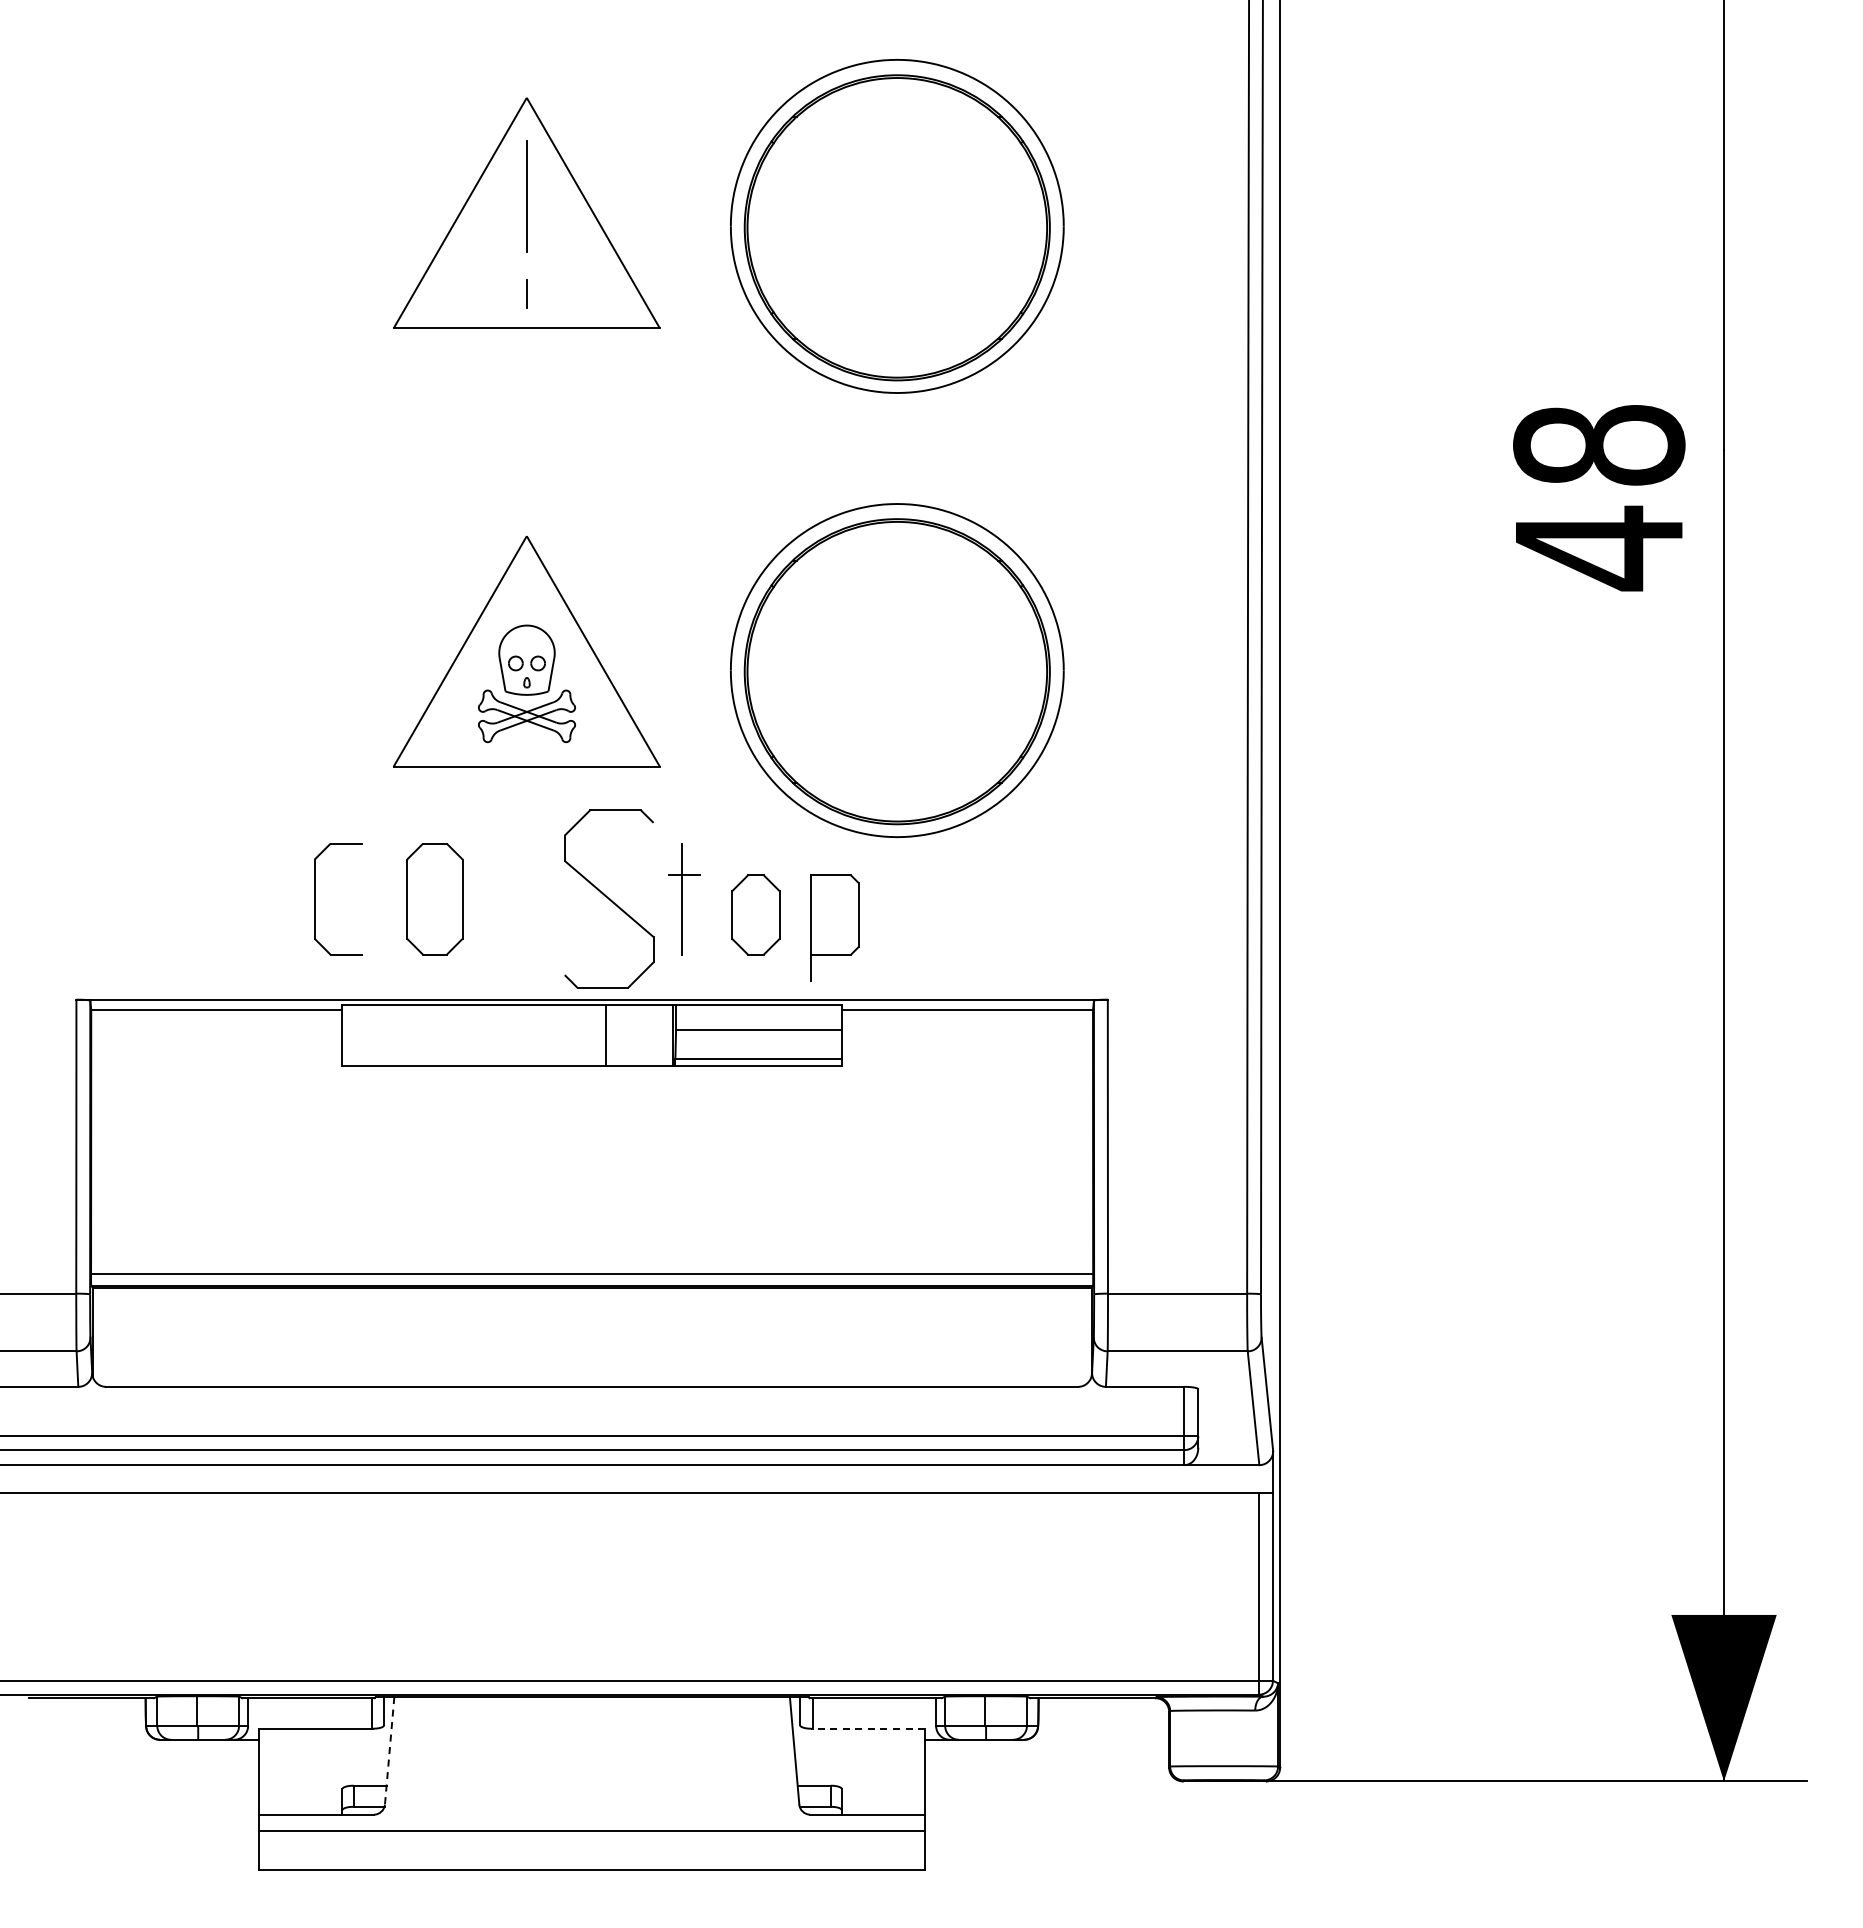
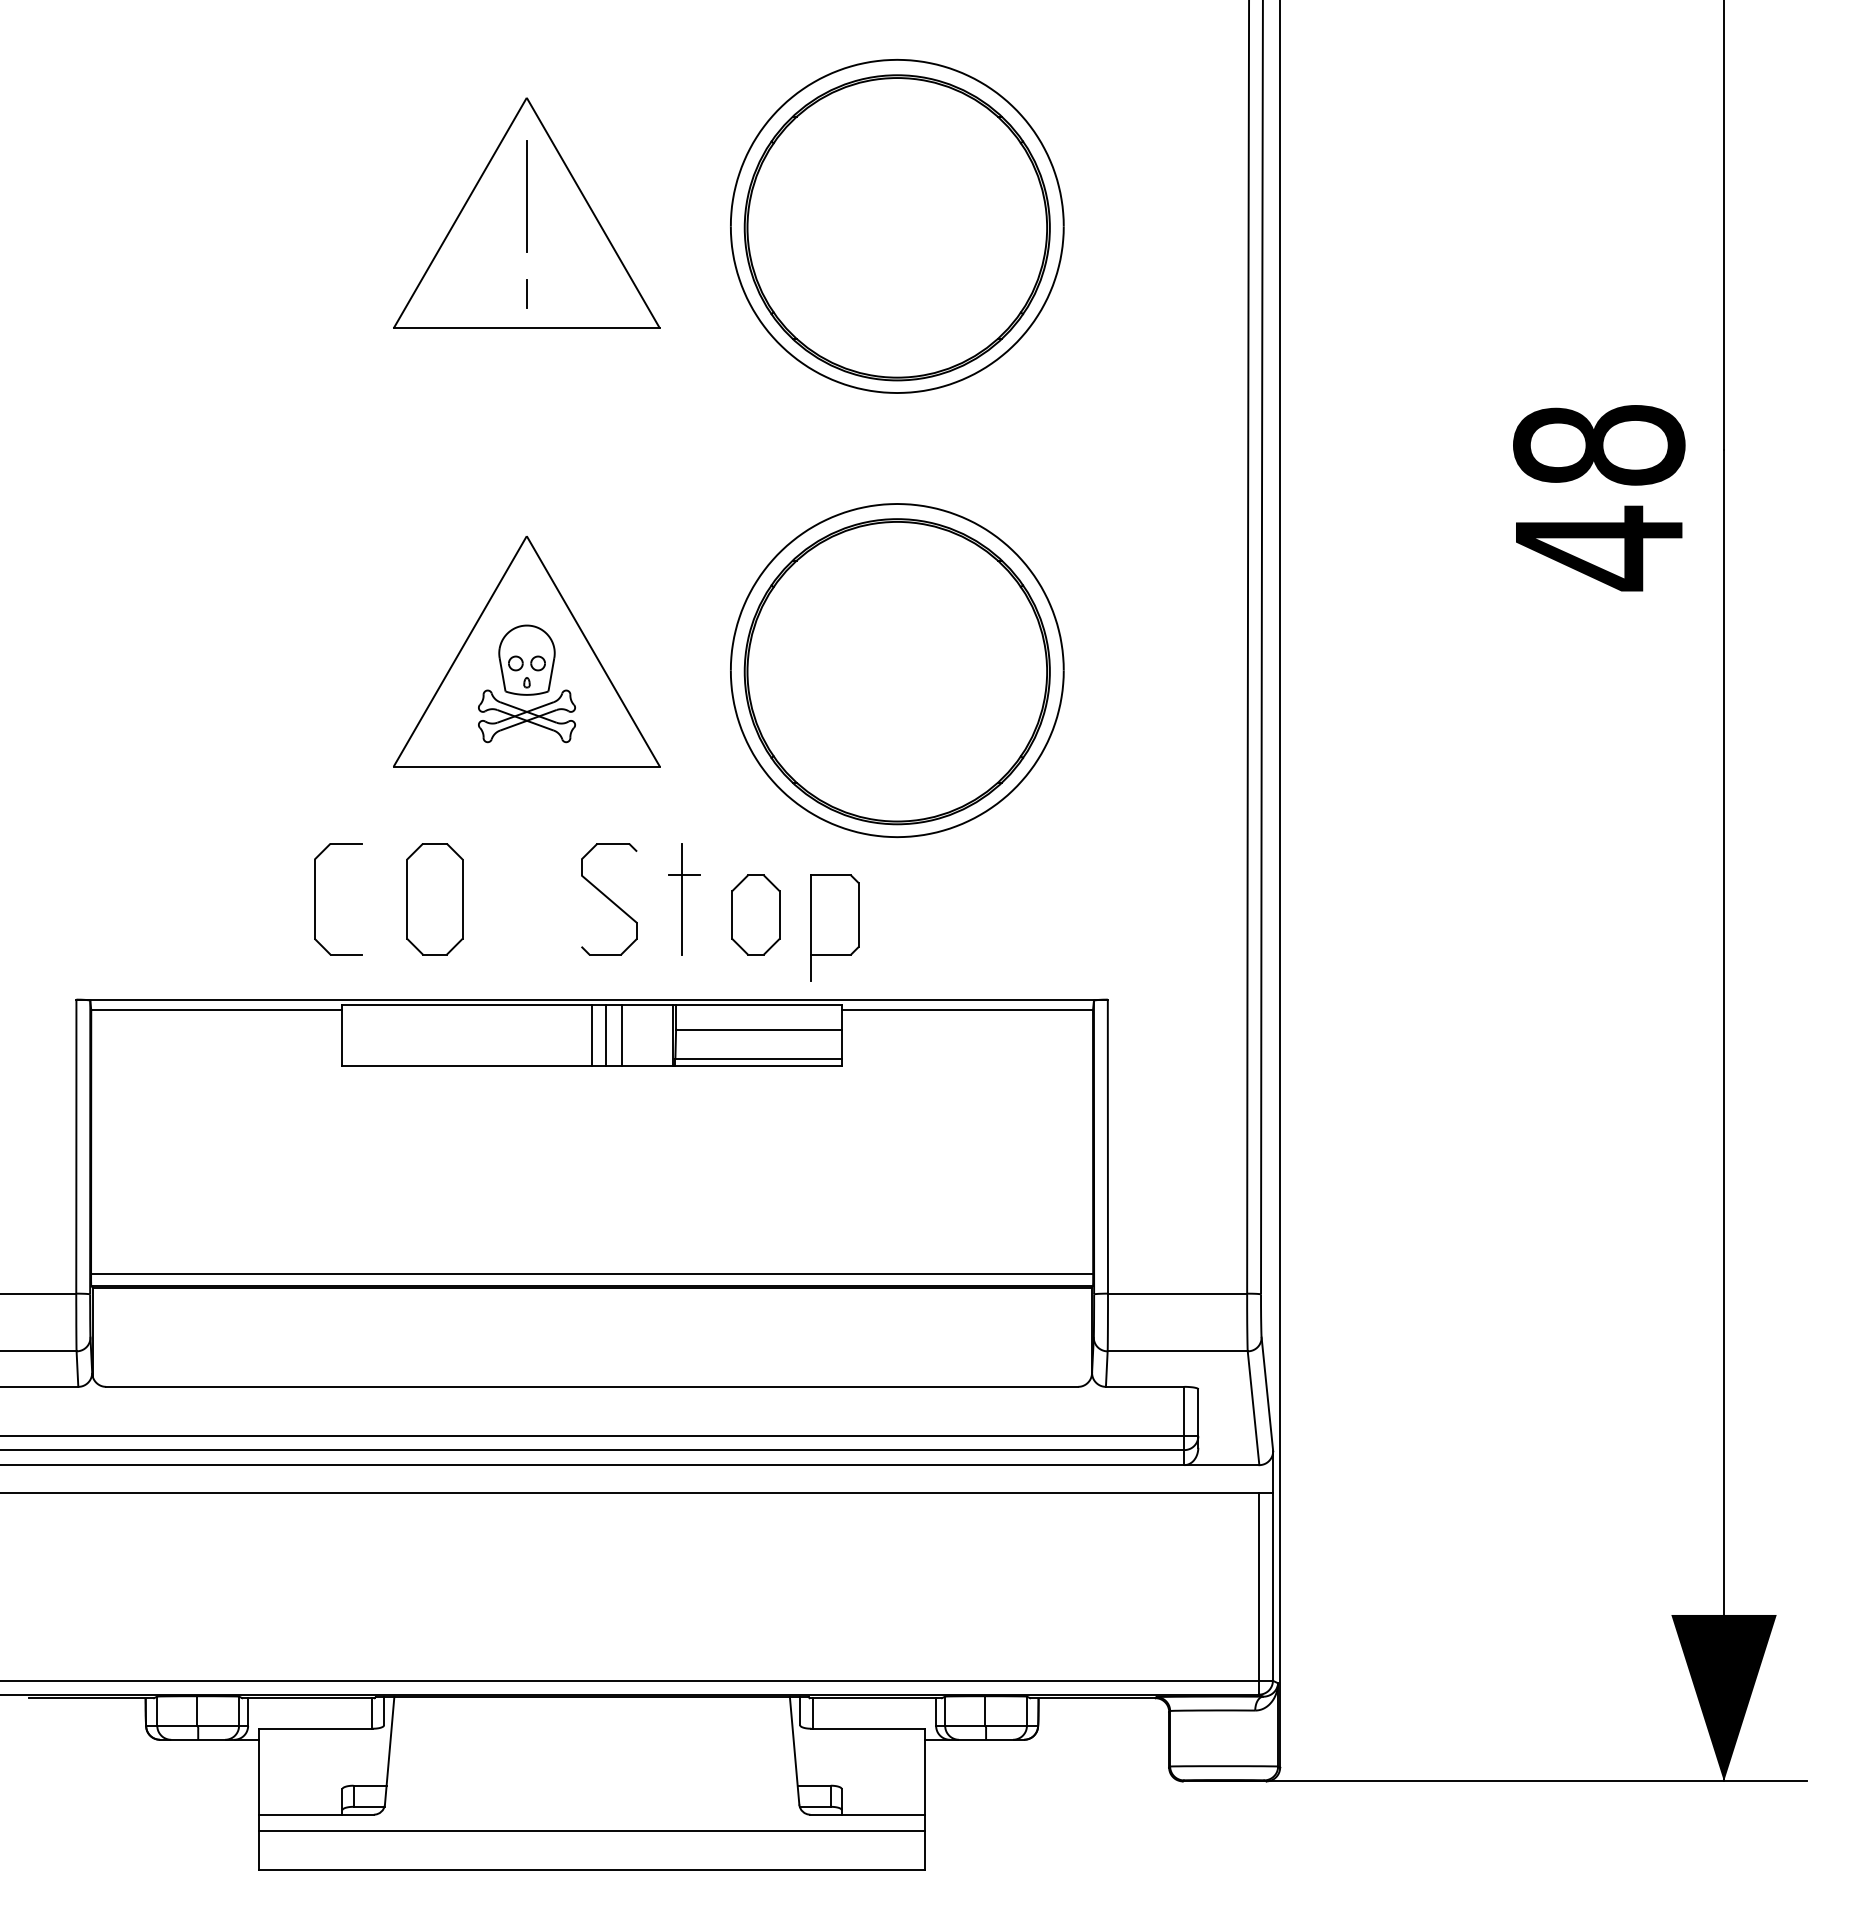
part at (609, 898) size: 91x180 px -> 57x113 px
line at (592, 1034): none -> present
line at (622, 1034): none -> present
line at (868, 1728): dashed -> solid
line at (389, 1750): dashed -> solid
